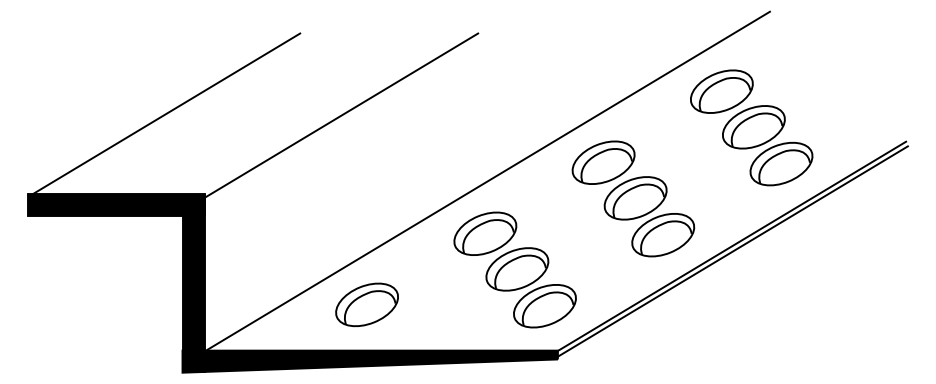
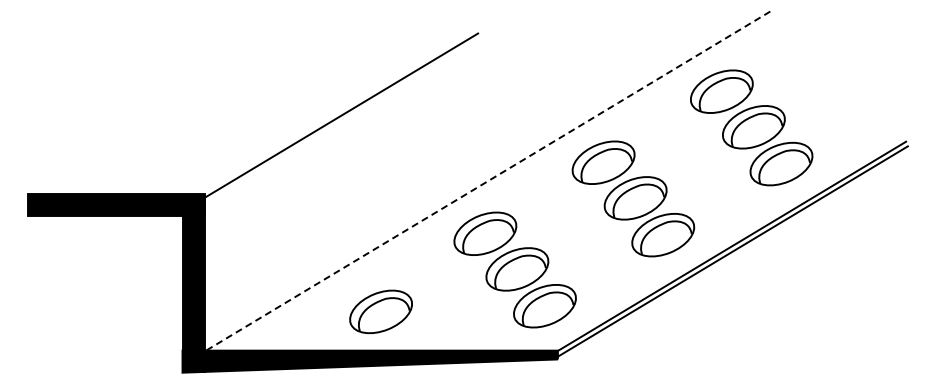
line at (165, 114): present -> none
line at (489, 180): solid -> dashed
part at (366, 304) position: (366, 304) -> (380, 311)
